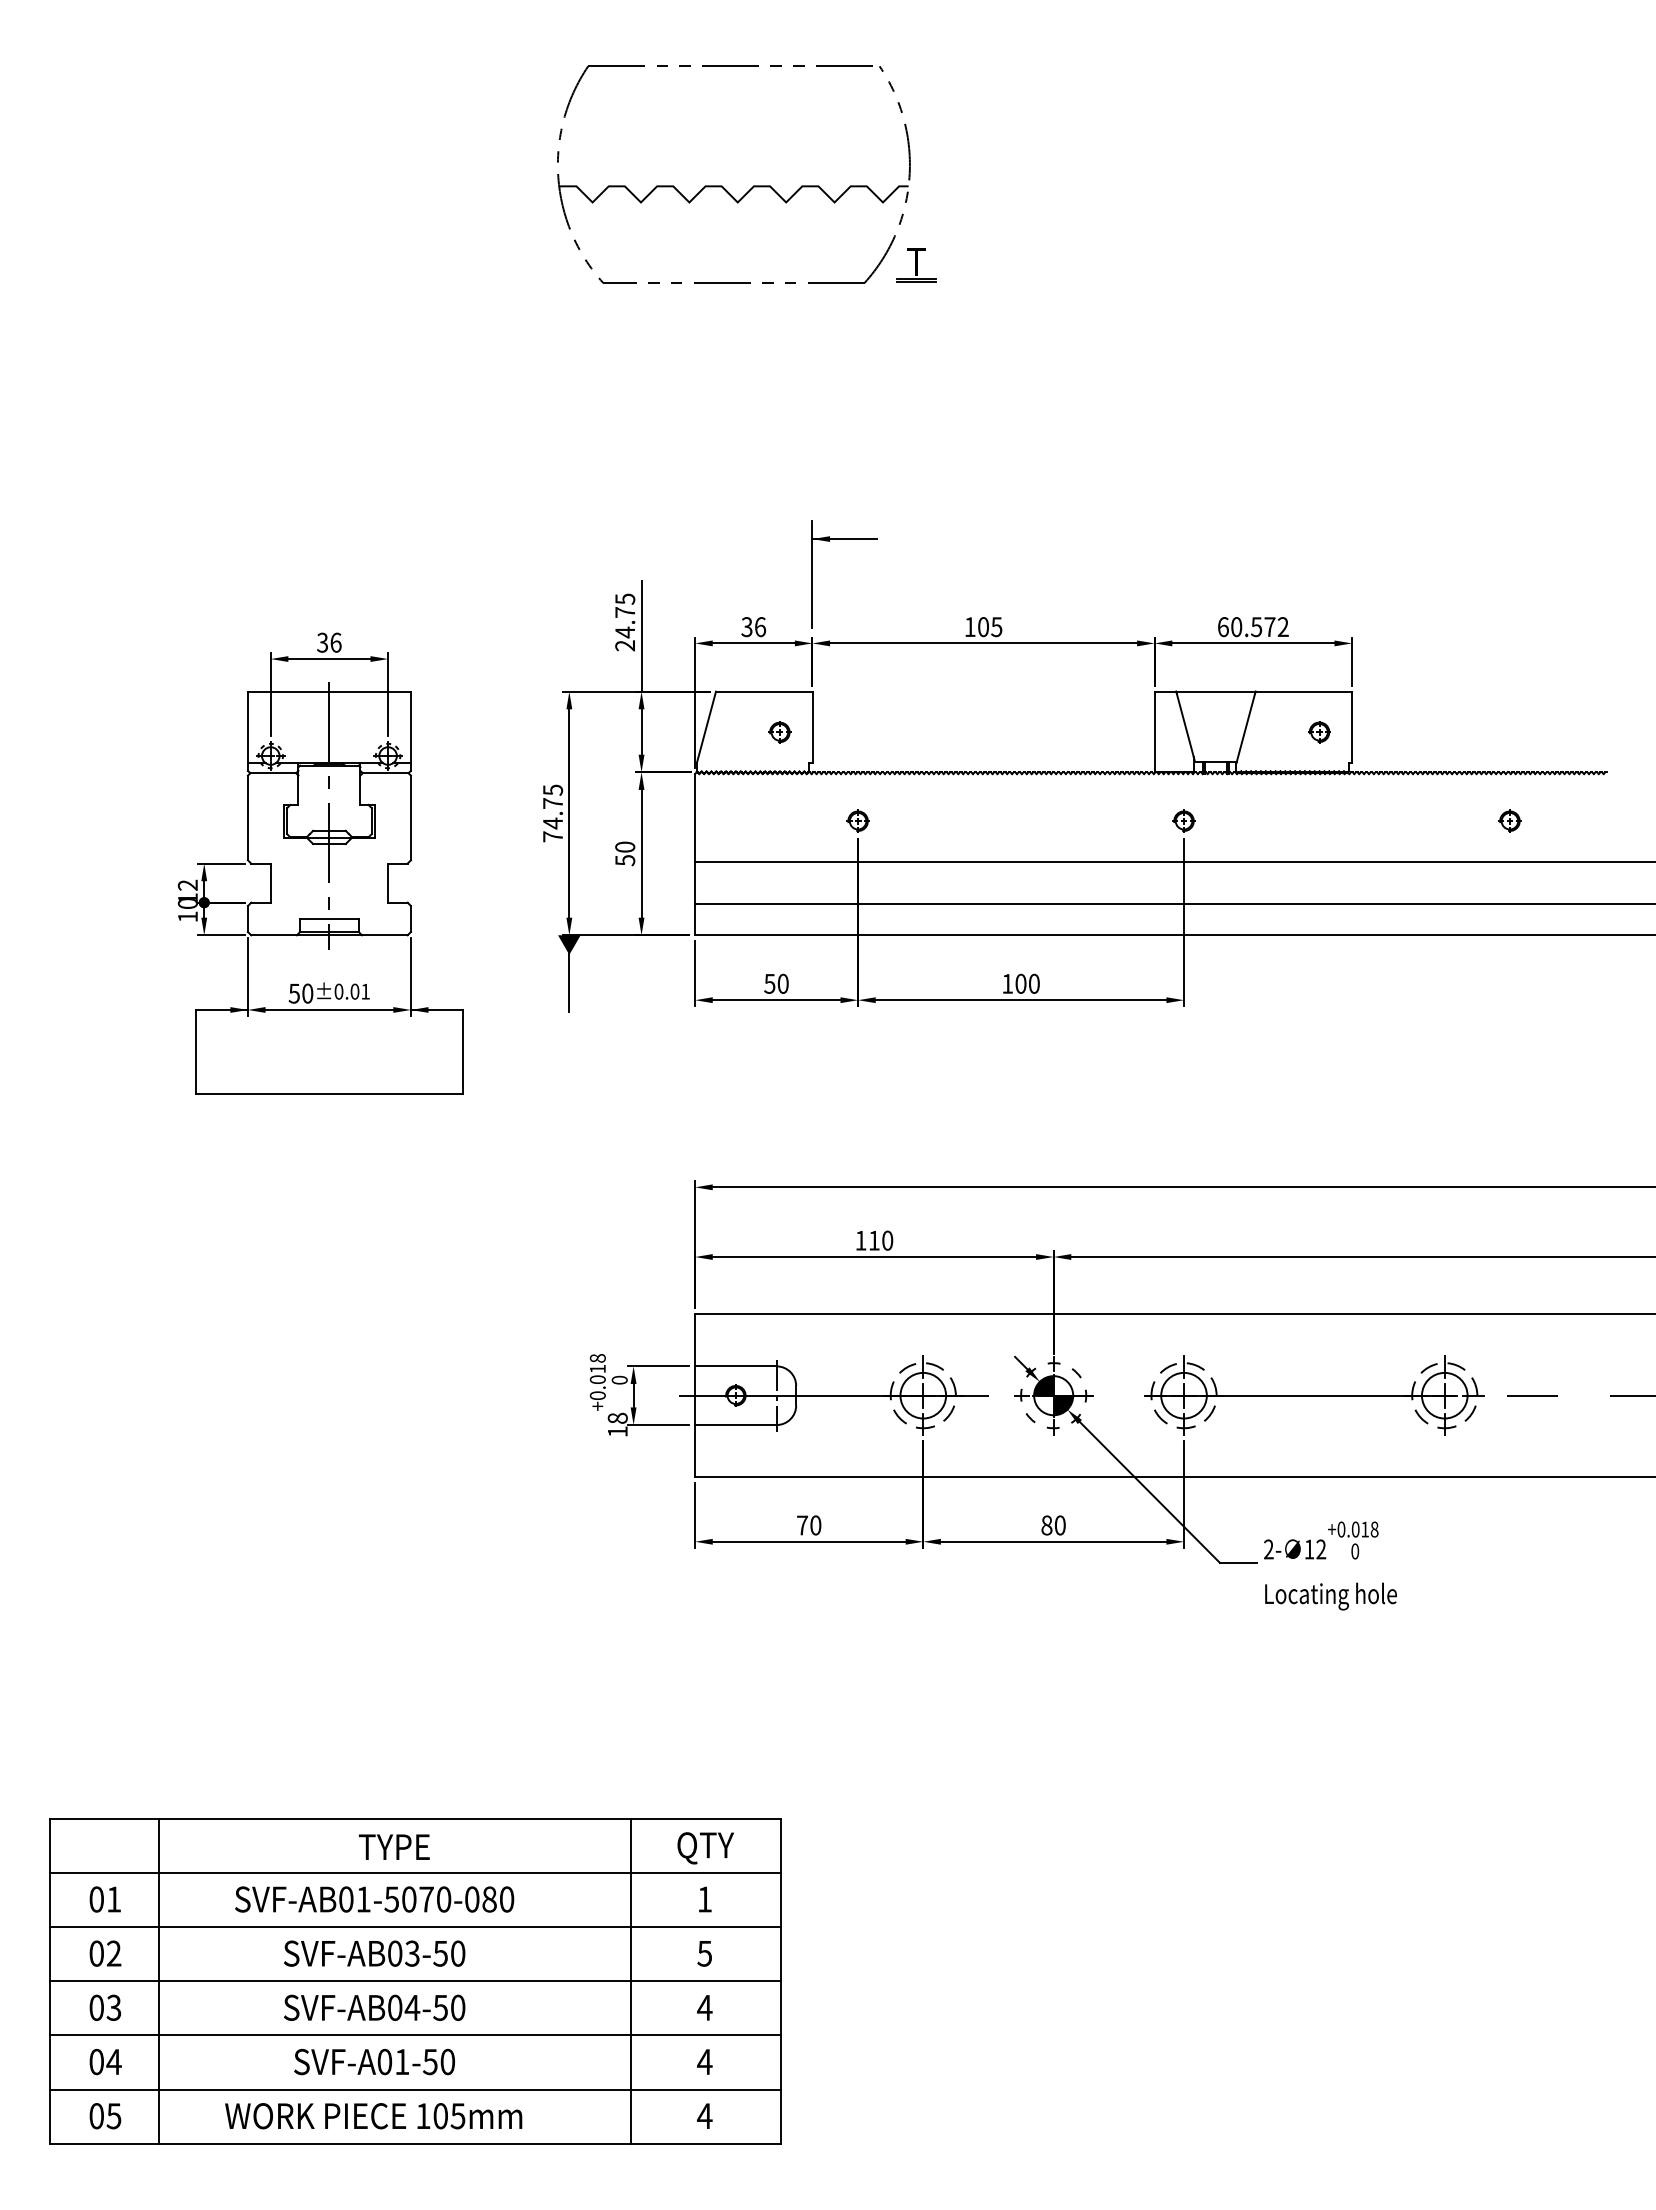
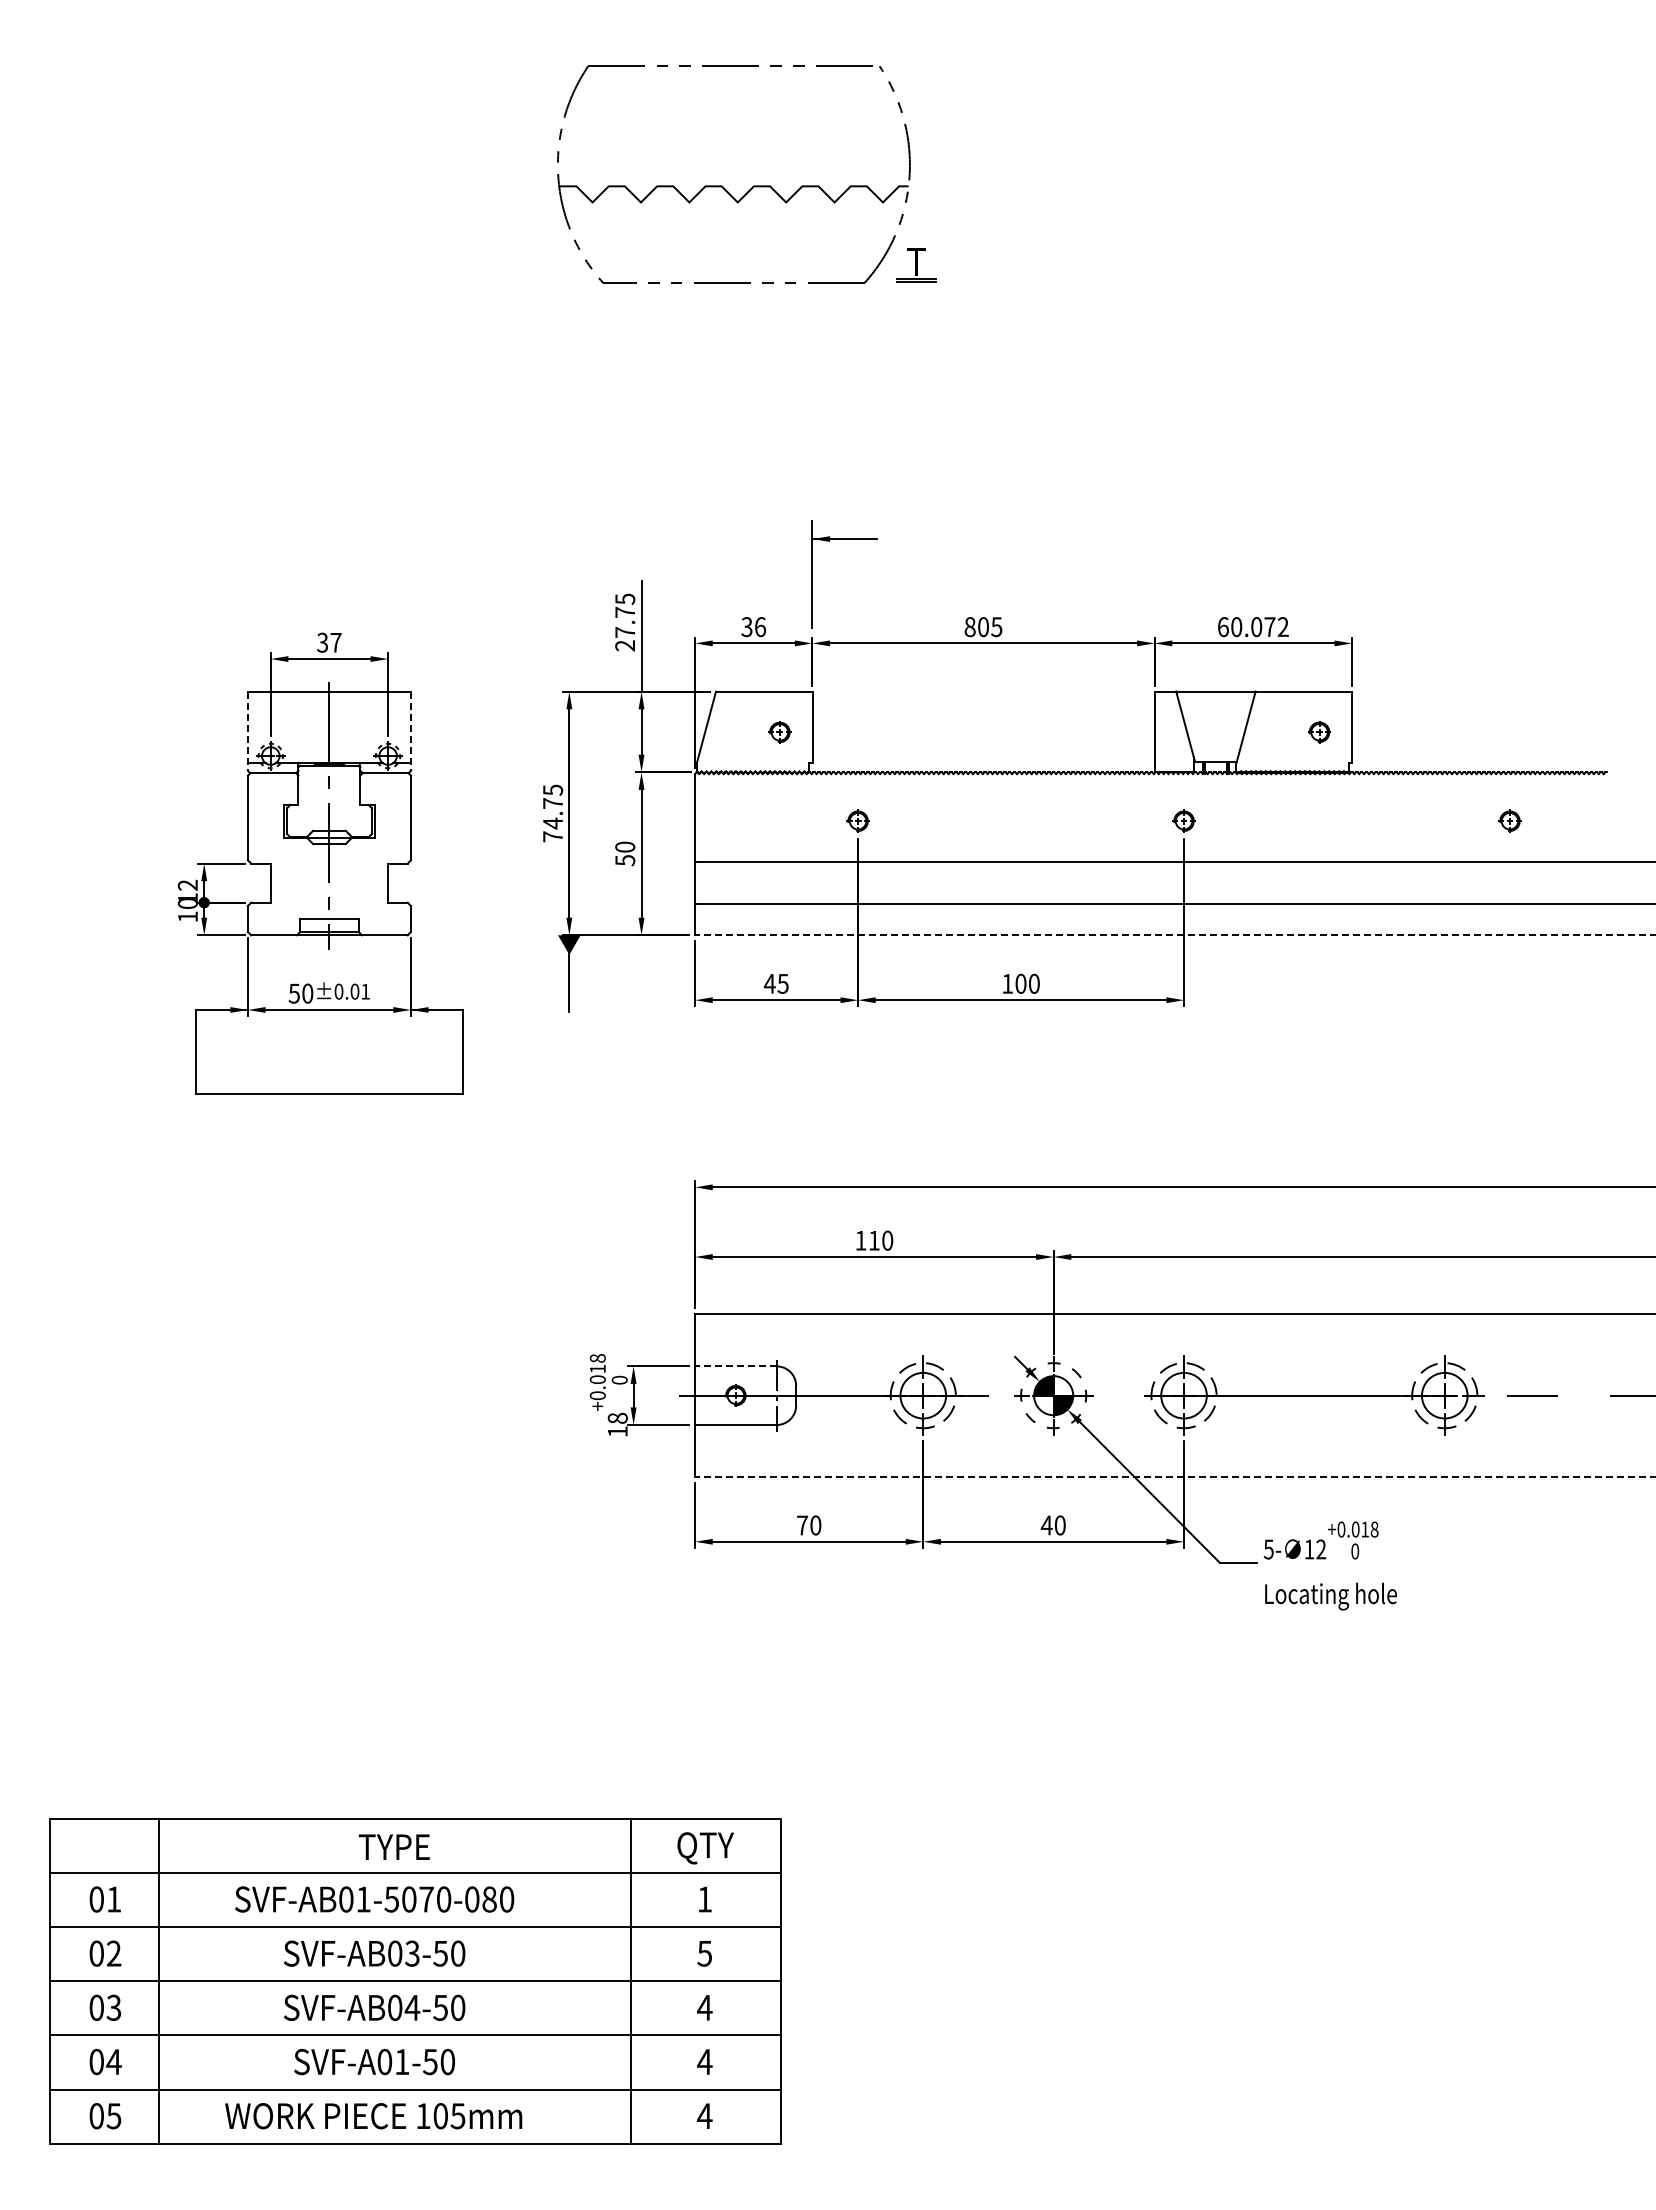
text at (969, 627): 105 -> 805
text at (1256, 627): 60.572 -> 60.072
text at (624, 632): 24.75 -> 27.75
text at (335, 642): 36 -> 37
line at (247, 731): solid -> dashed
line at (410, 731): solid -> dashed
line at (1175, 935): solid -> dashed
text at (775, 983): 50 -> 45
line at (735, 1366): solid -> dashed
line at (1175, 1477): solid -> dashed
text at (1046, 1525): 80 -> 40
text at (1268, 1549): 2- -> 5-
